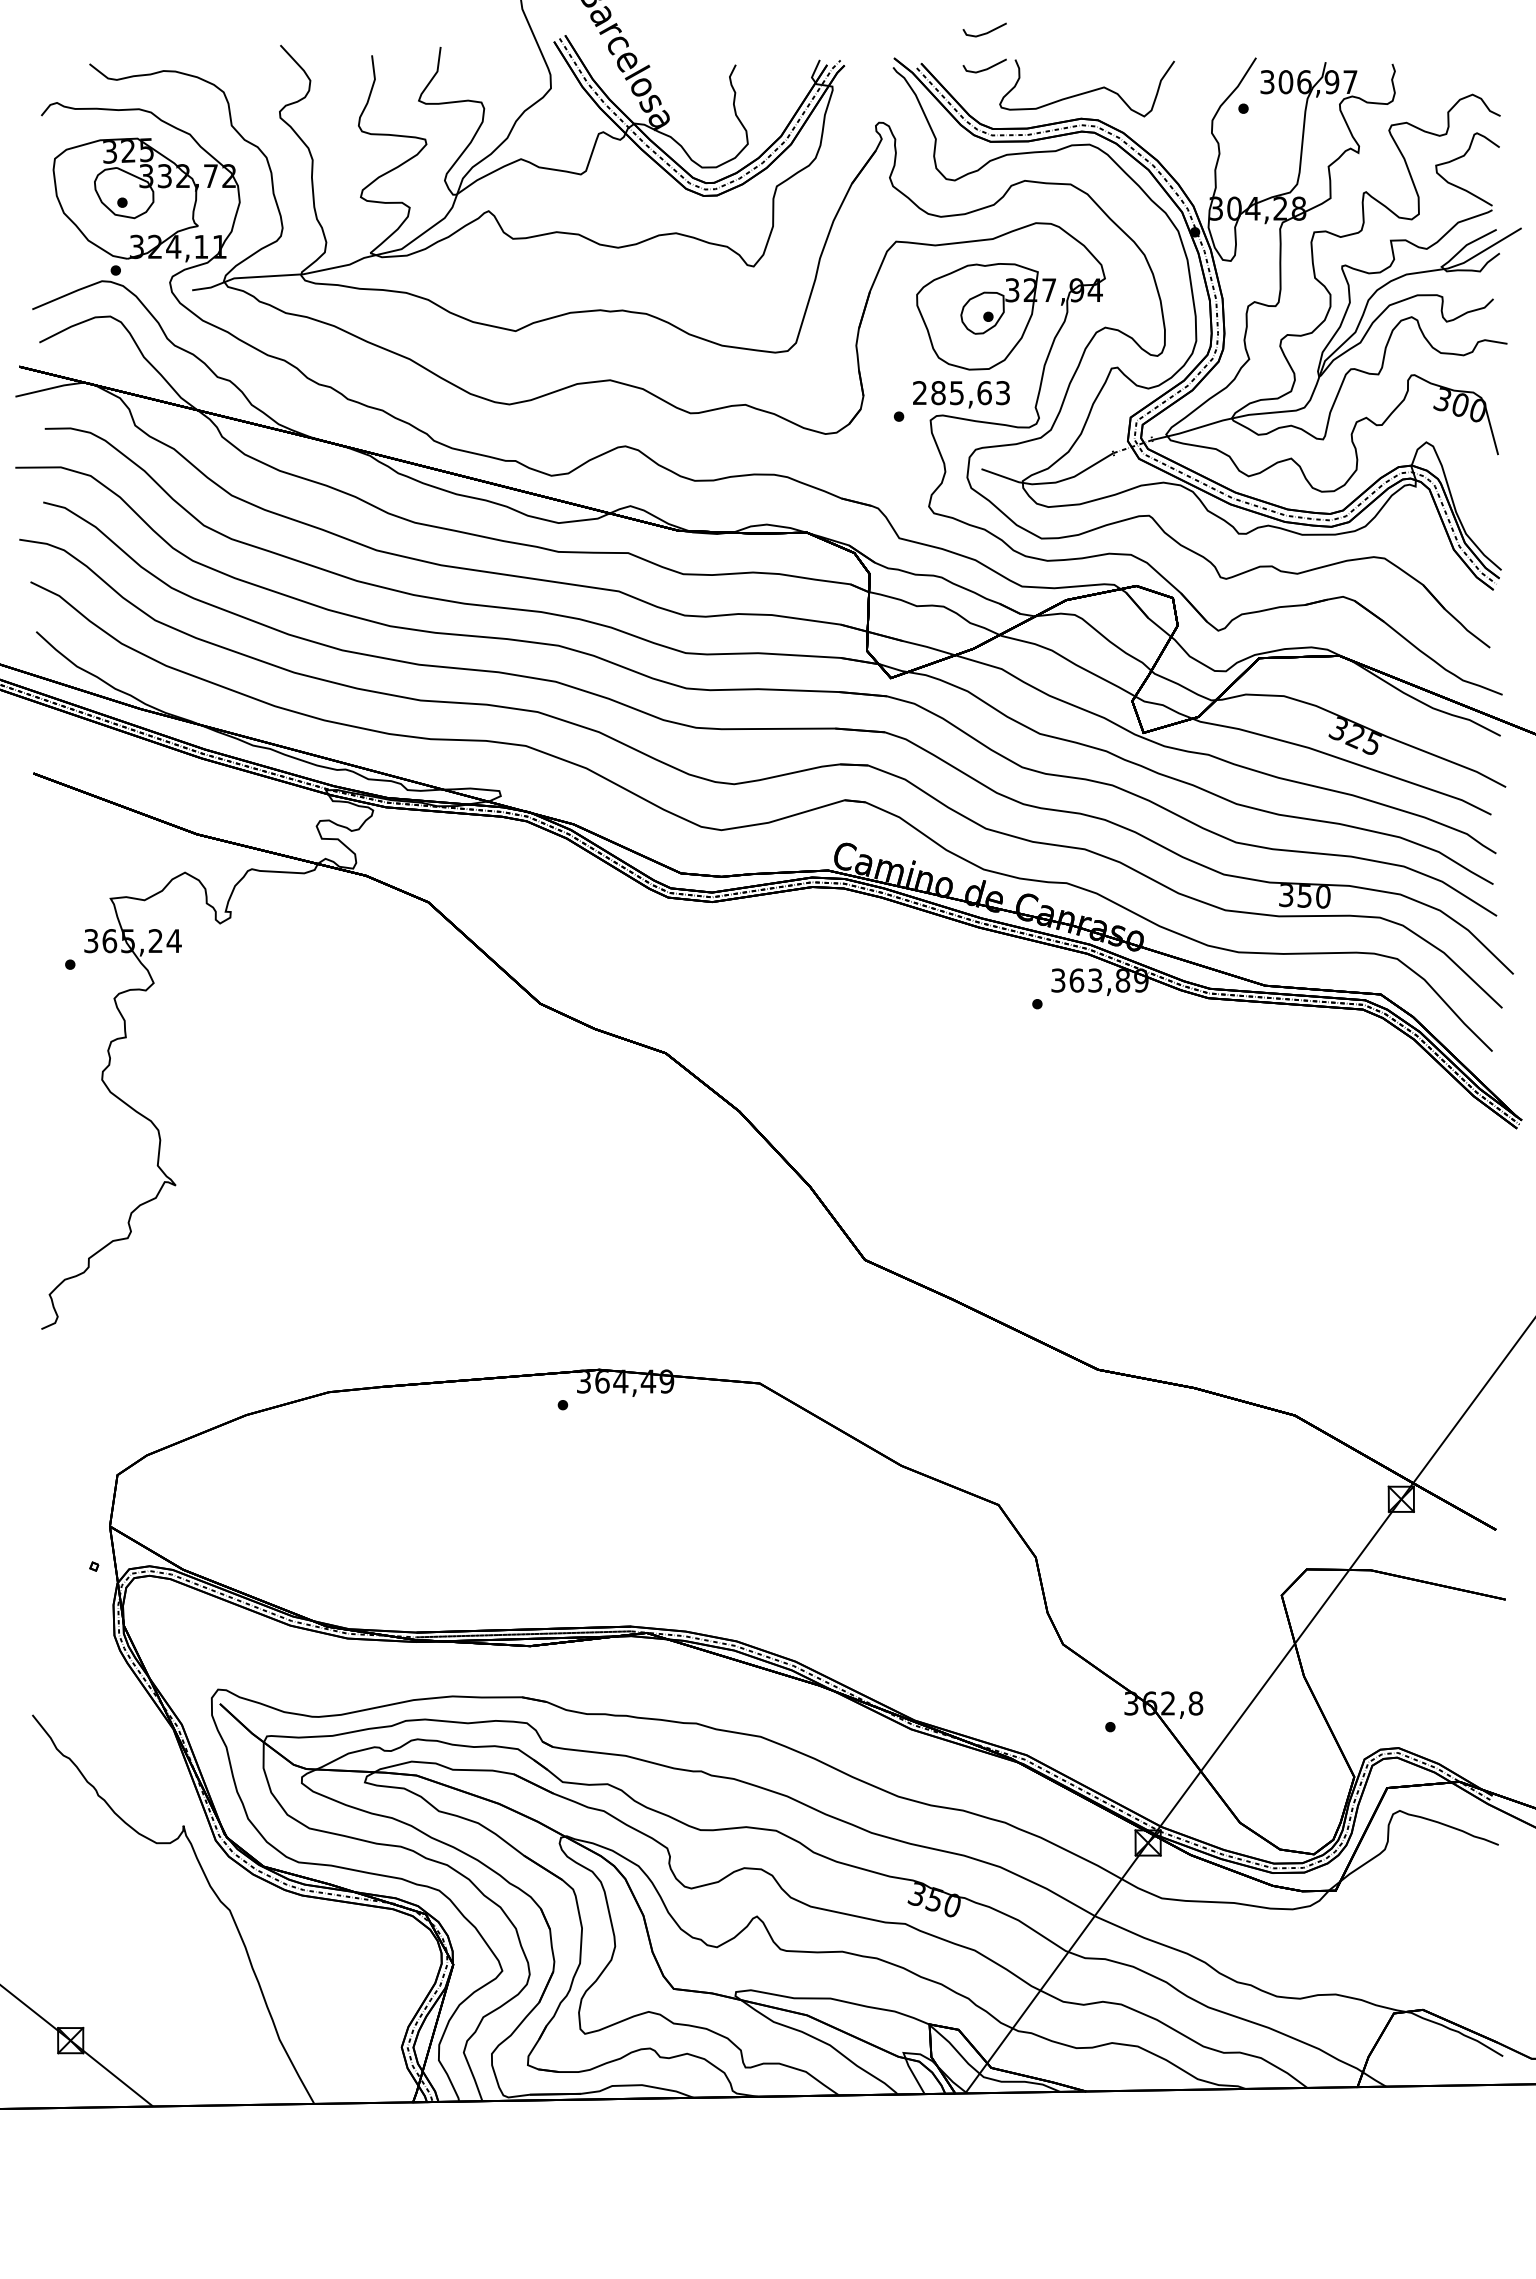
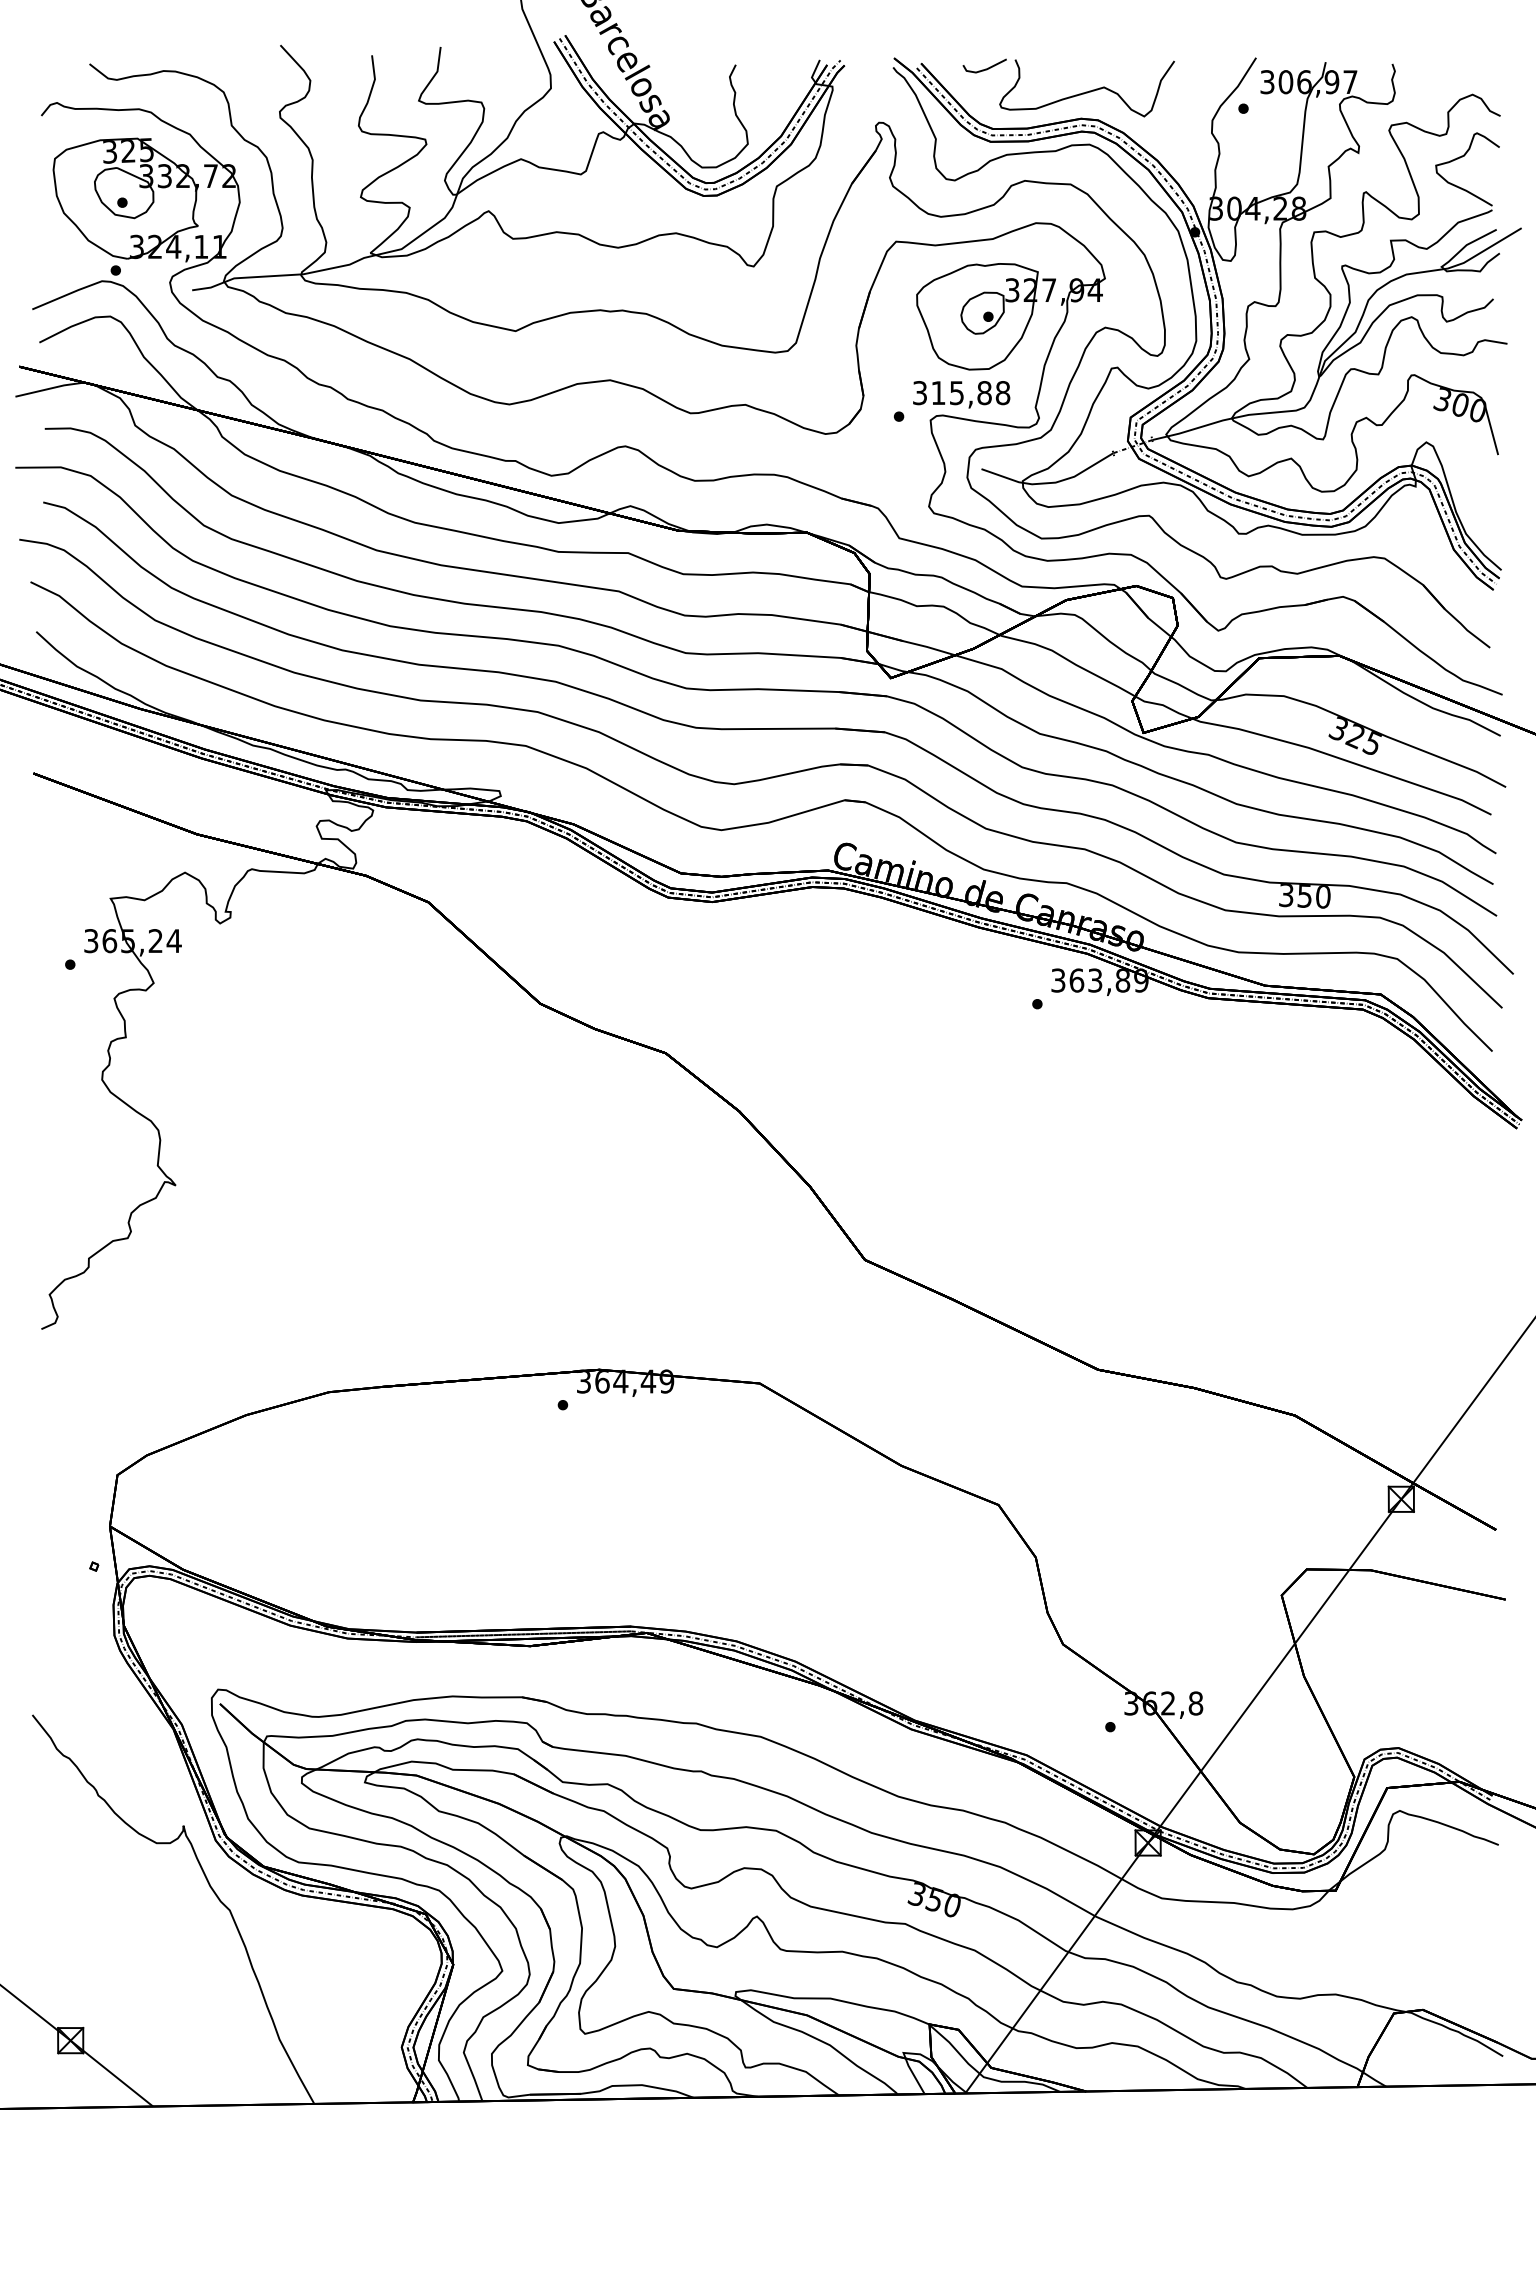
line at (985, 32): present -> none
text at (961, 393): 285,63 -> 315,88
